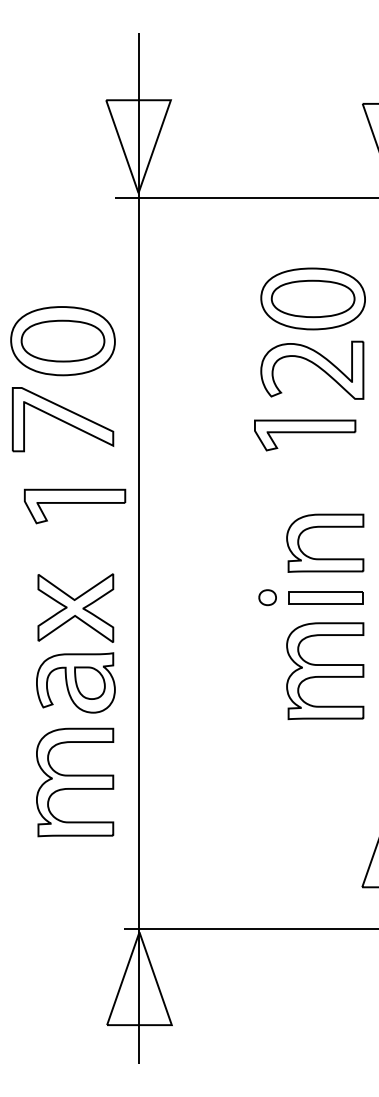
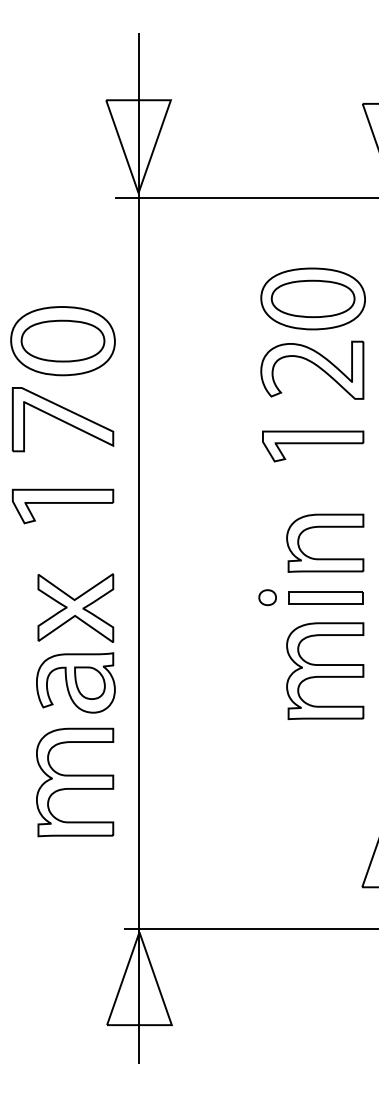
part at (305, 435) position: (305, 435) -> (313, 446)
part at (74, 506) position: (74, 506) -> (62, 506)
